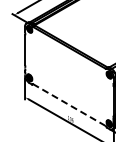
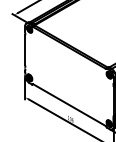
line at (69, 105): dashed -> solid
